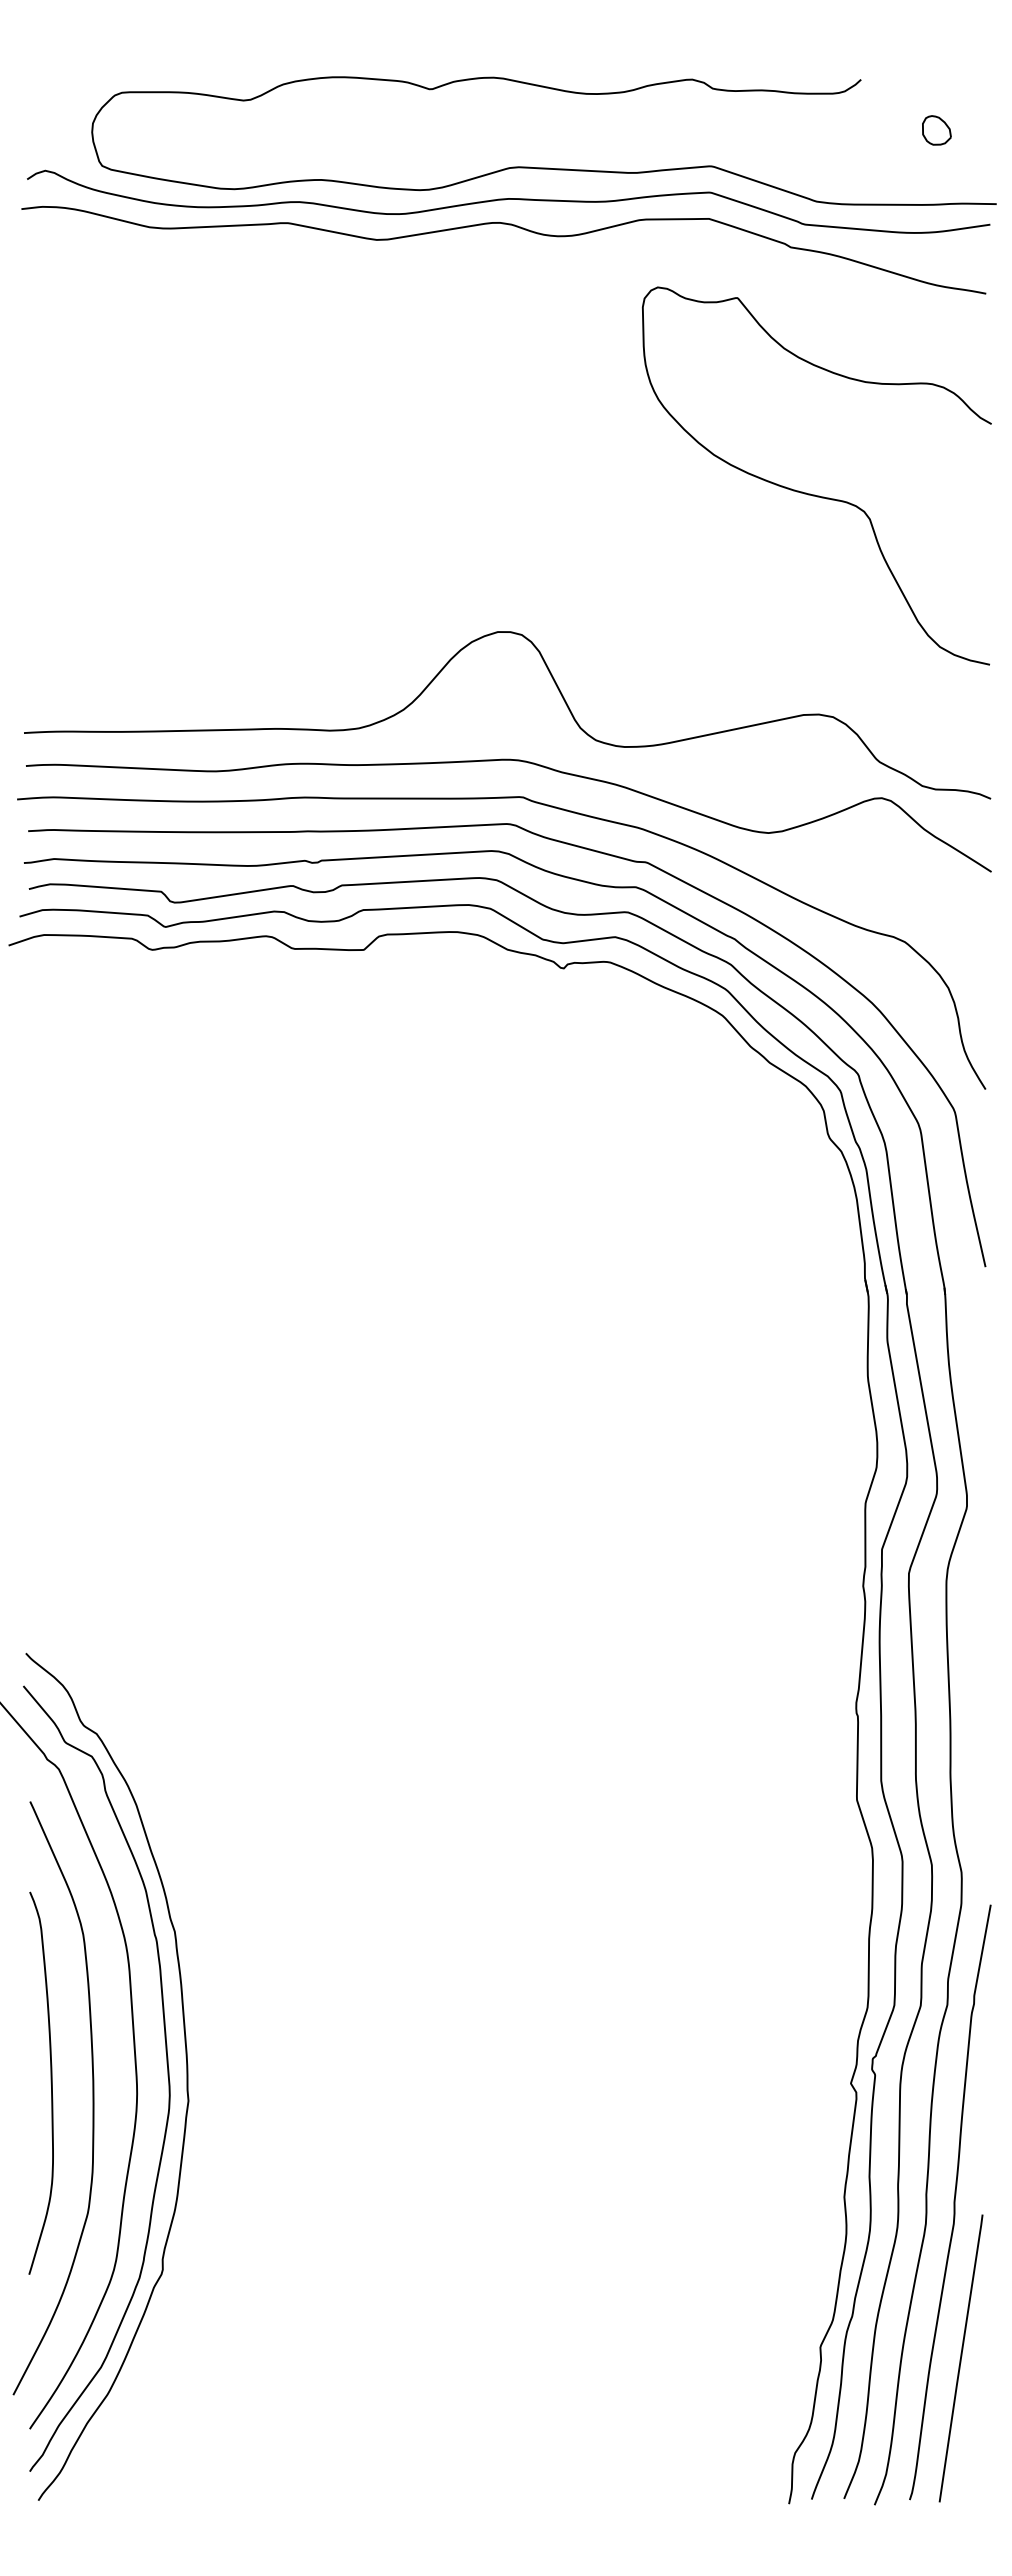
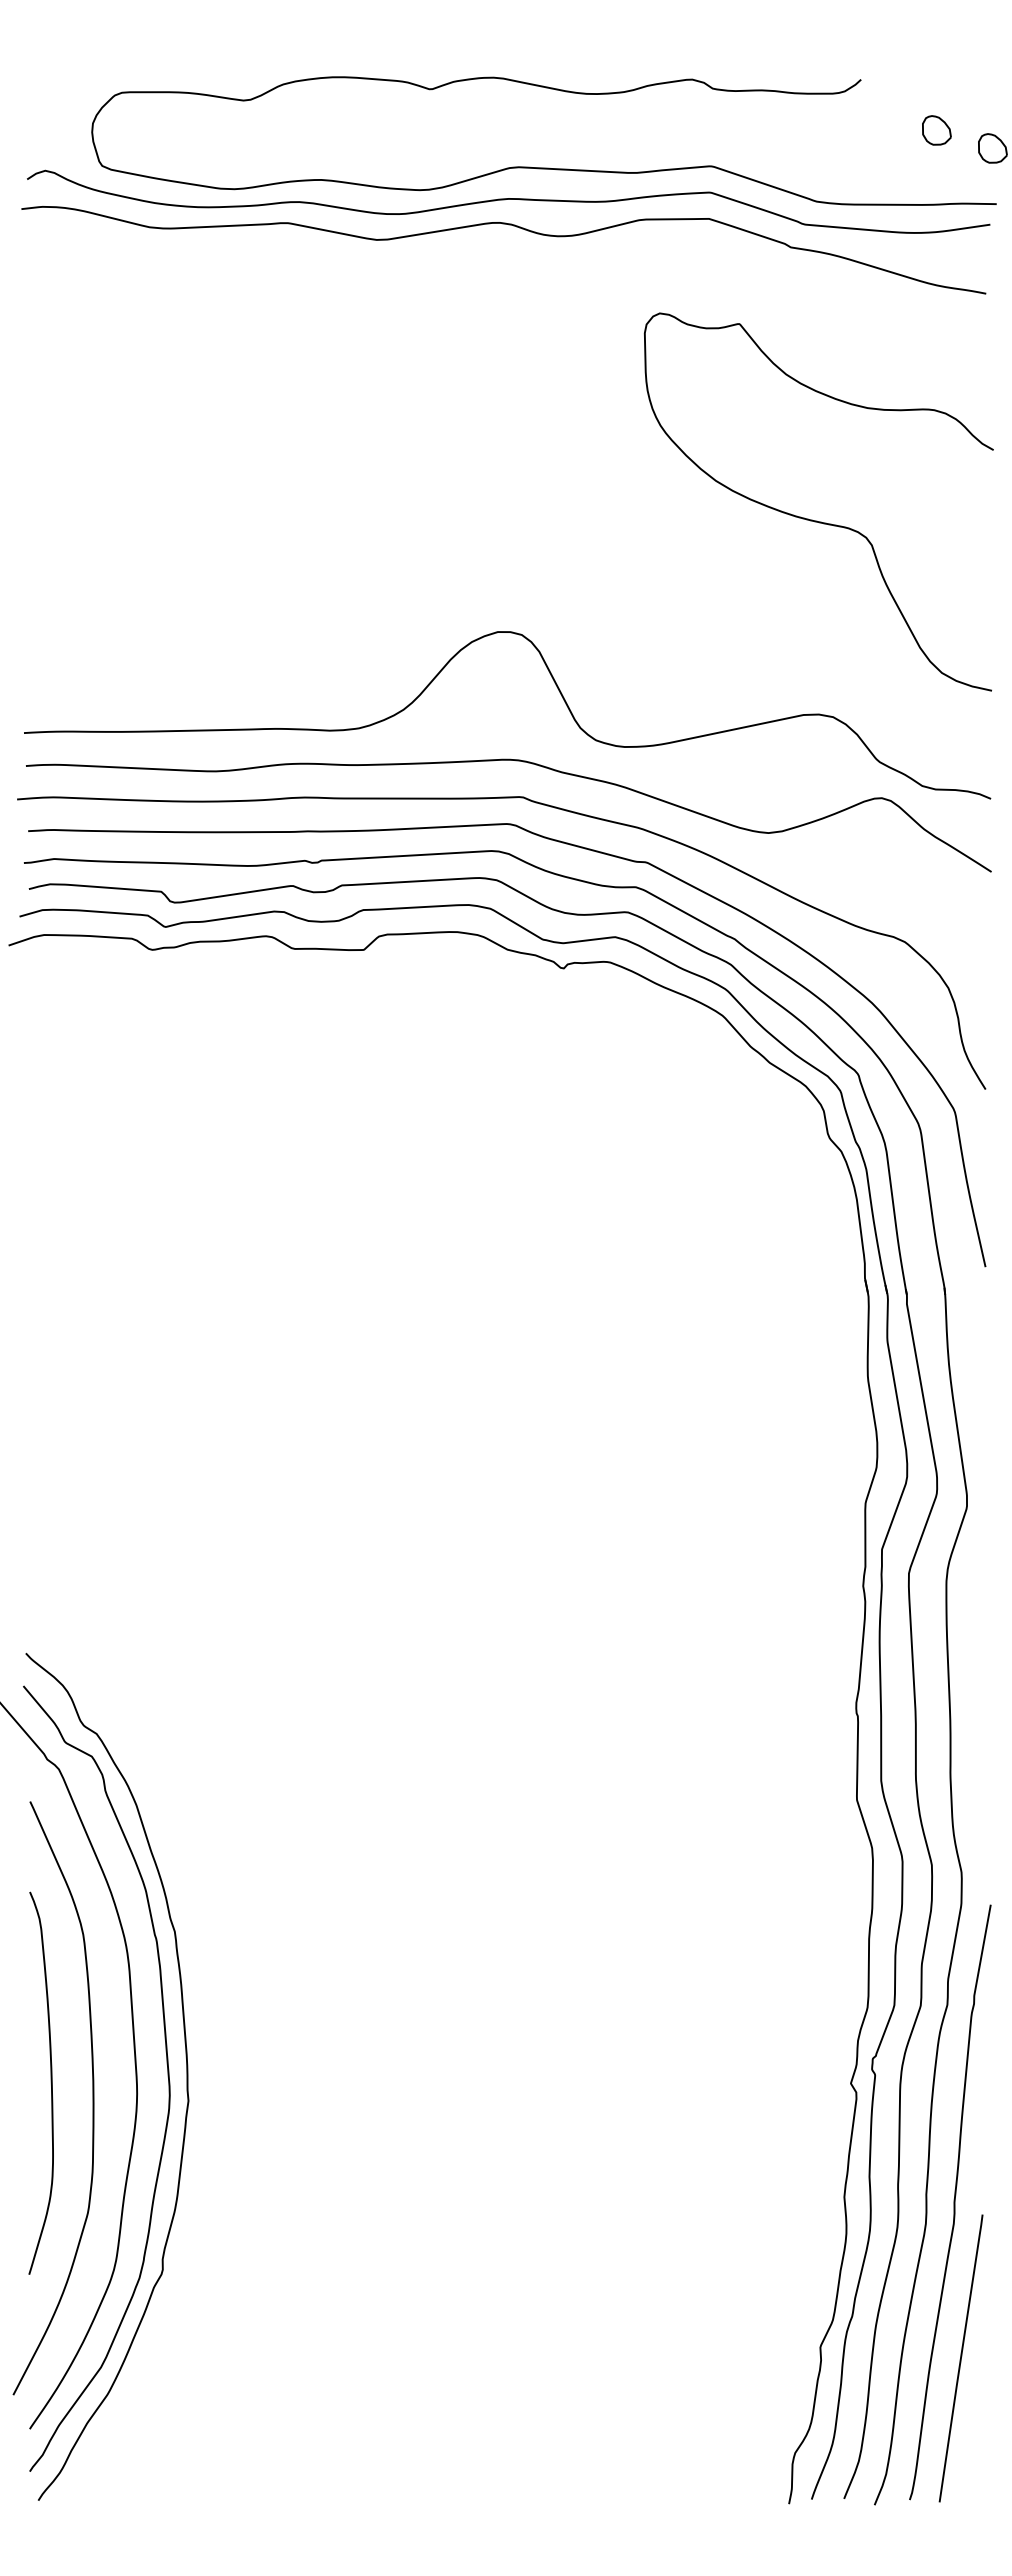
part at (992, 148): none -> present
curve at (810, 493) position: (810, 493) -> (812, 519)
